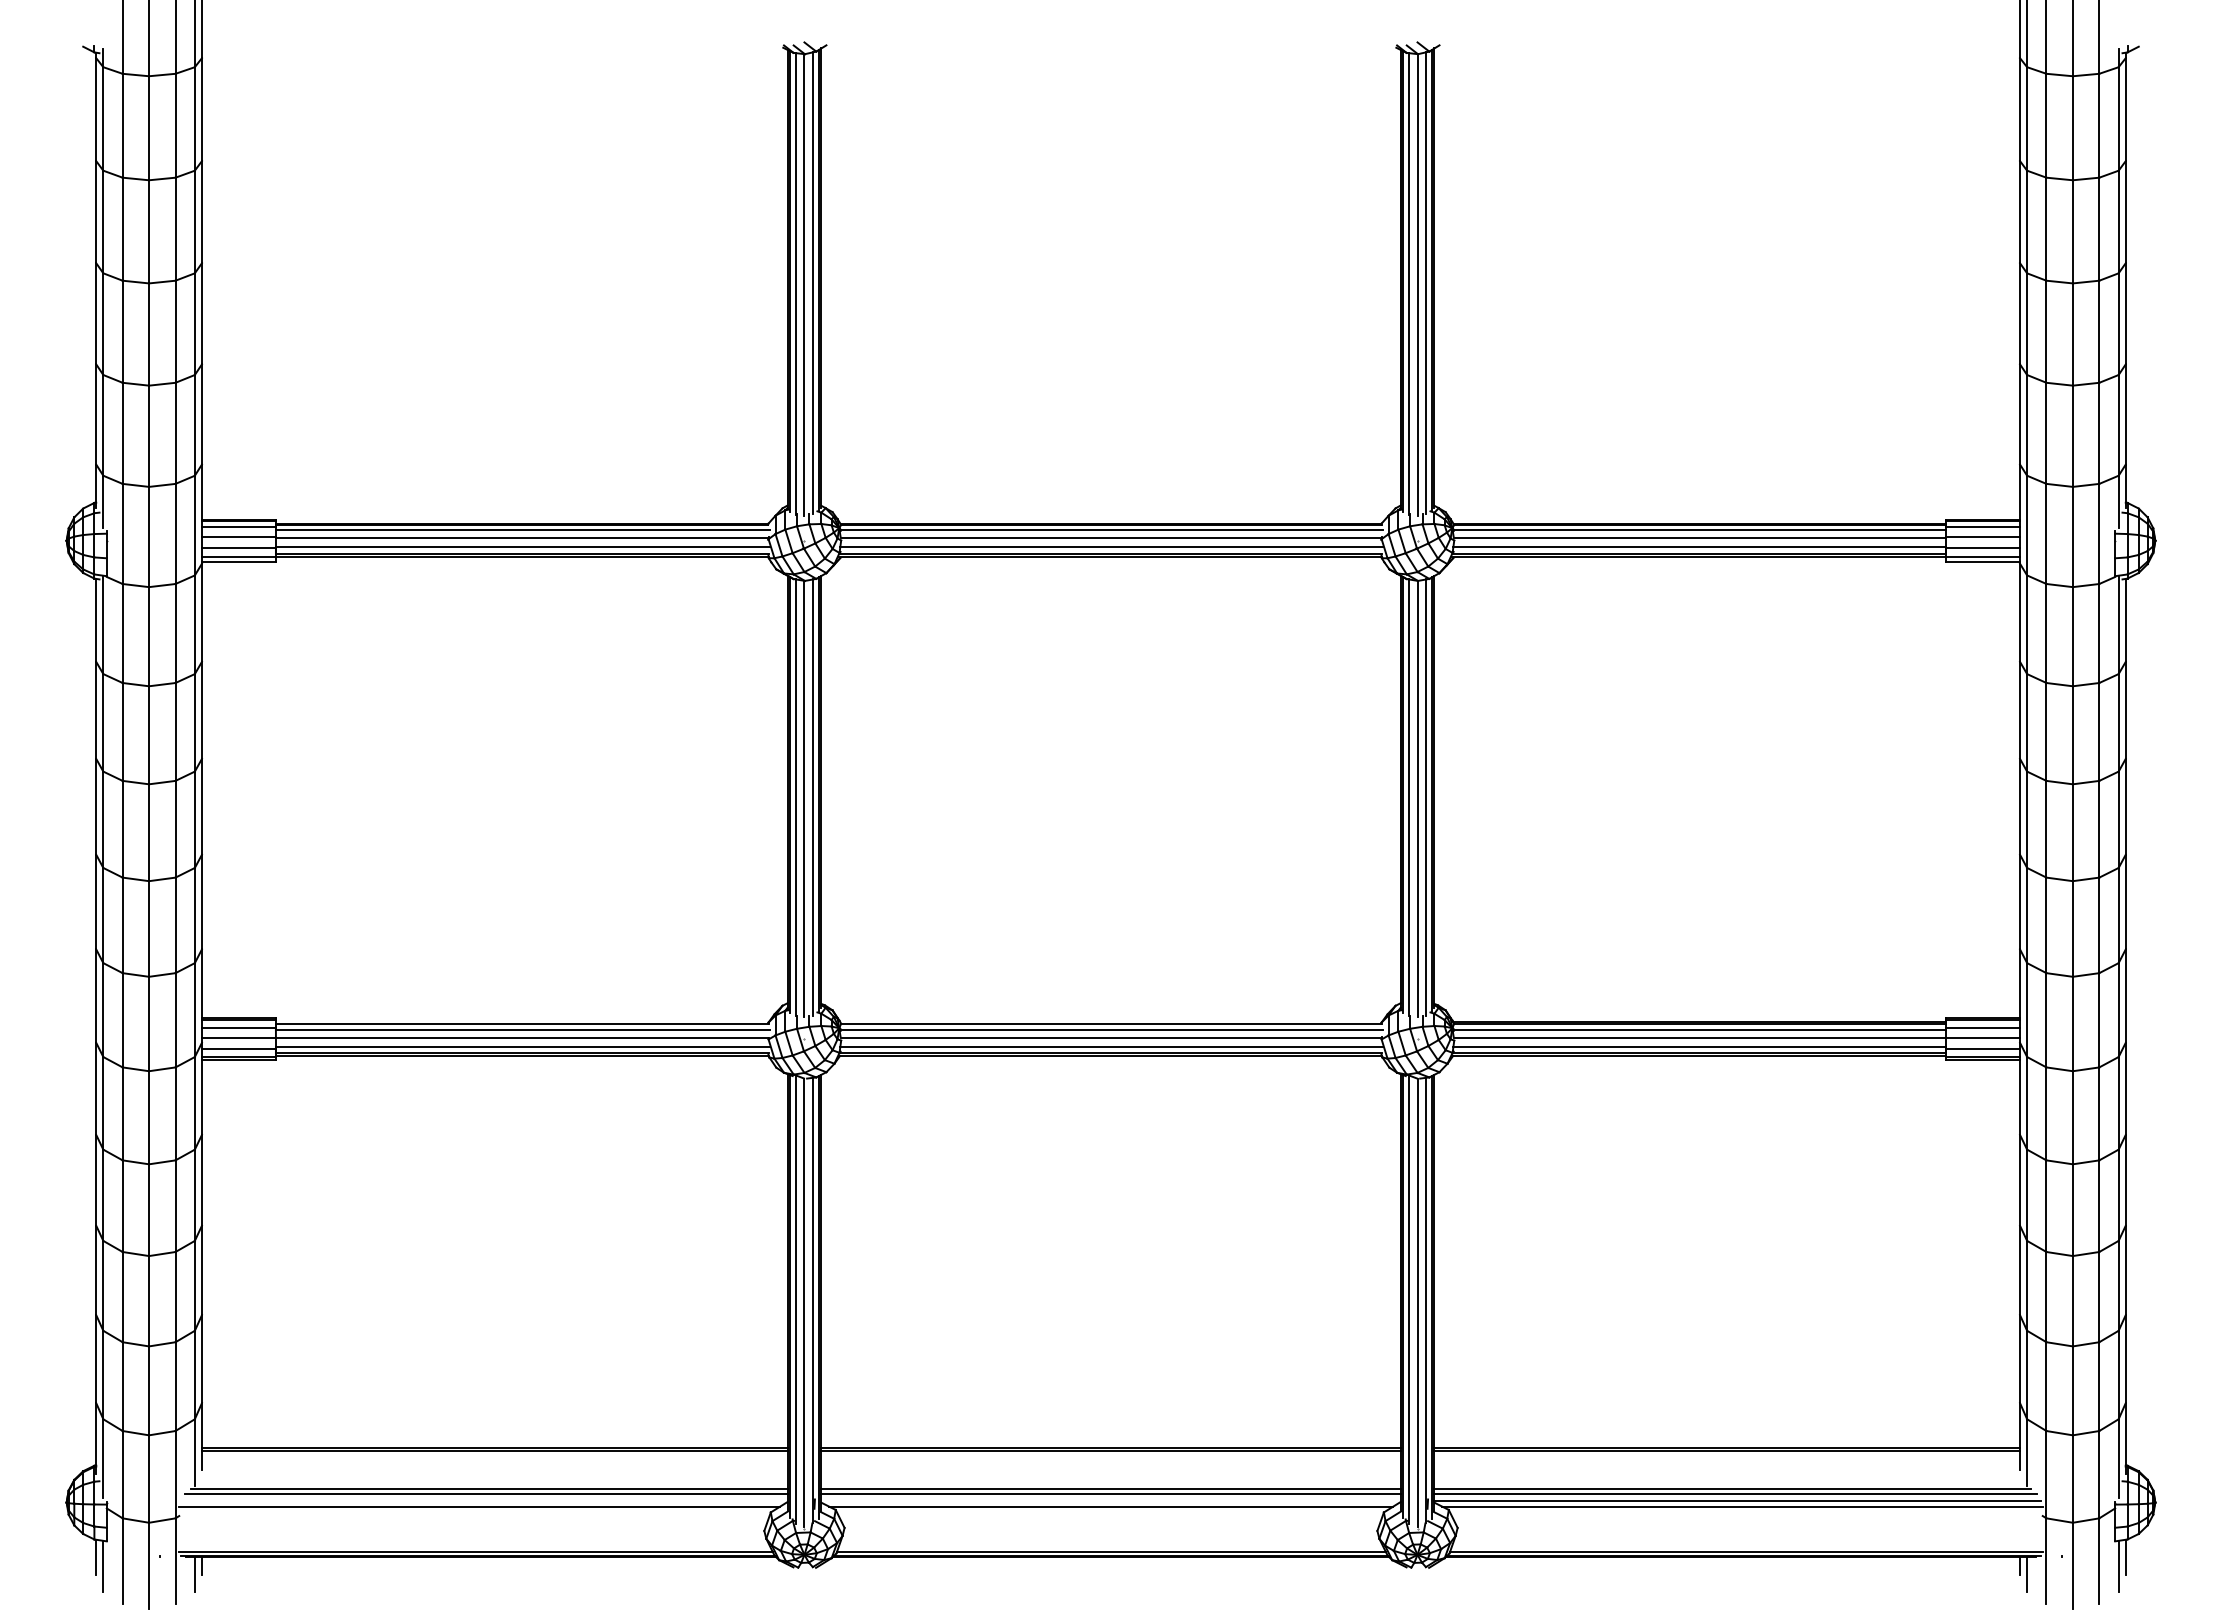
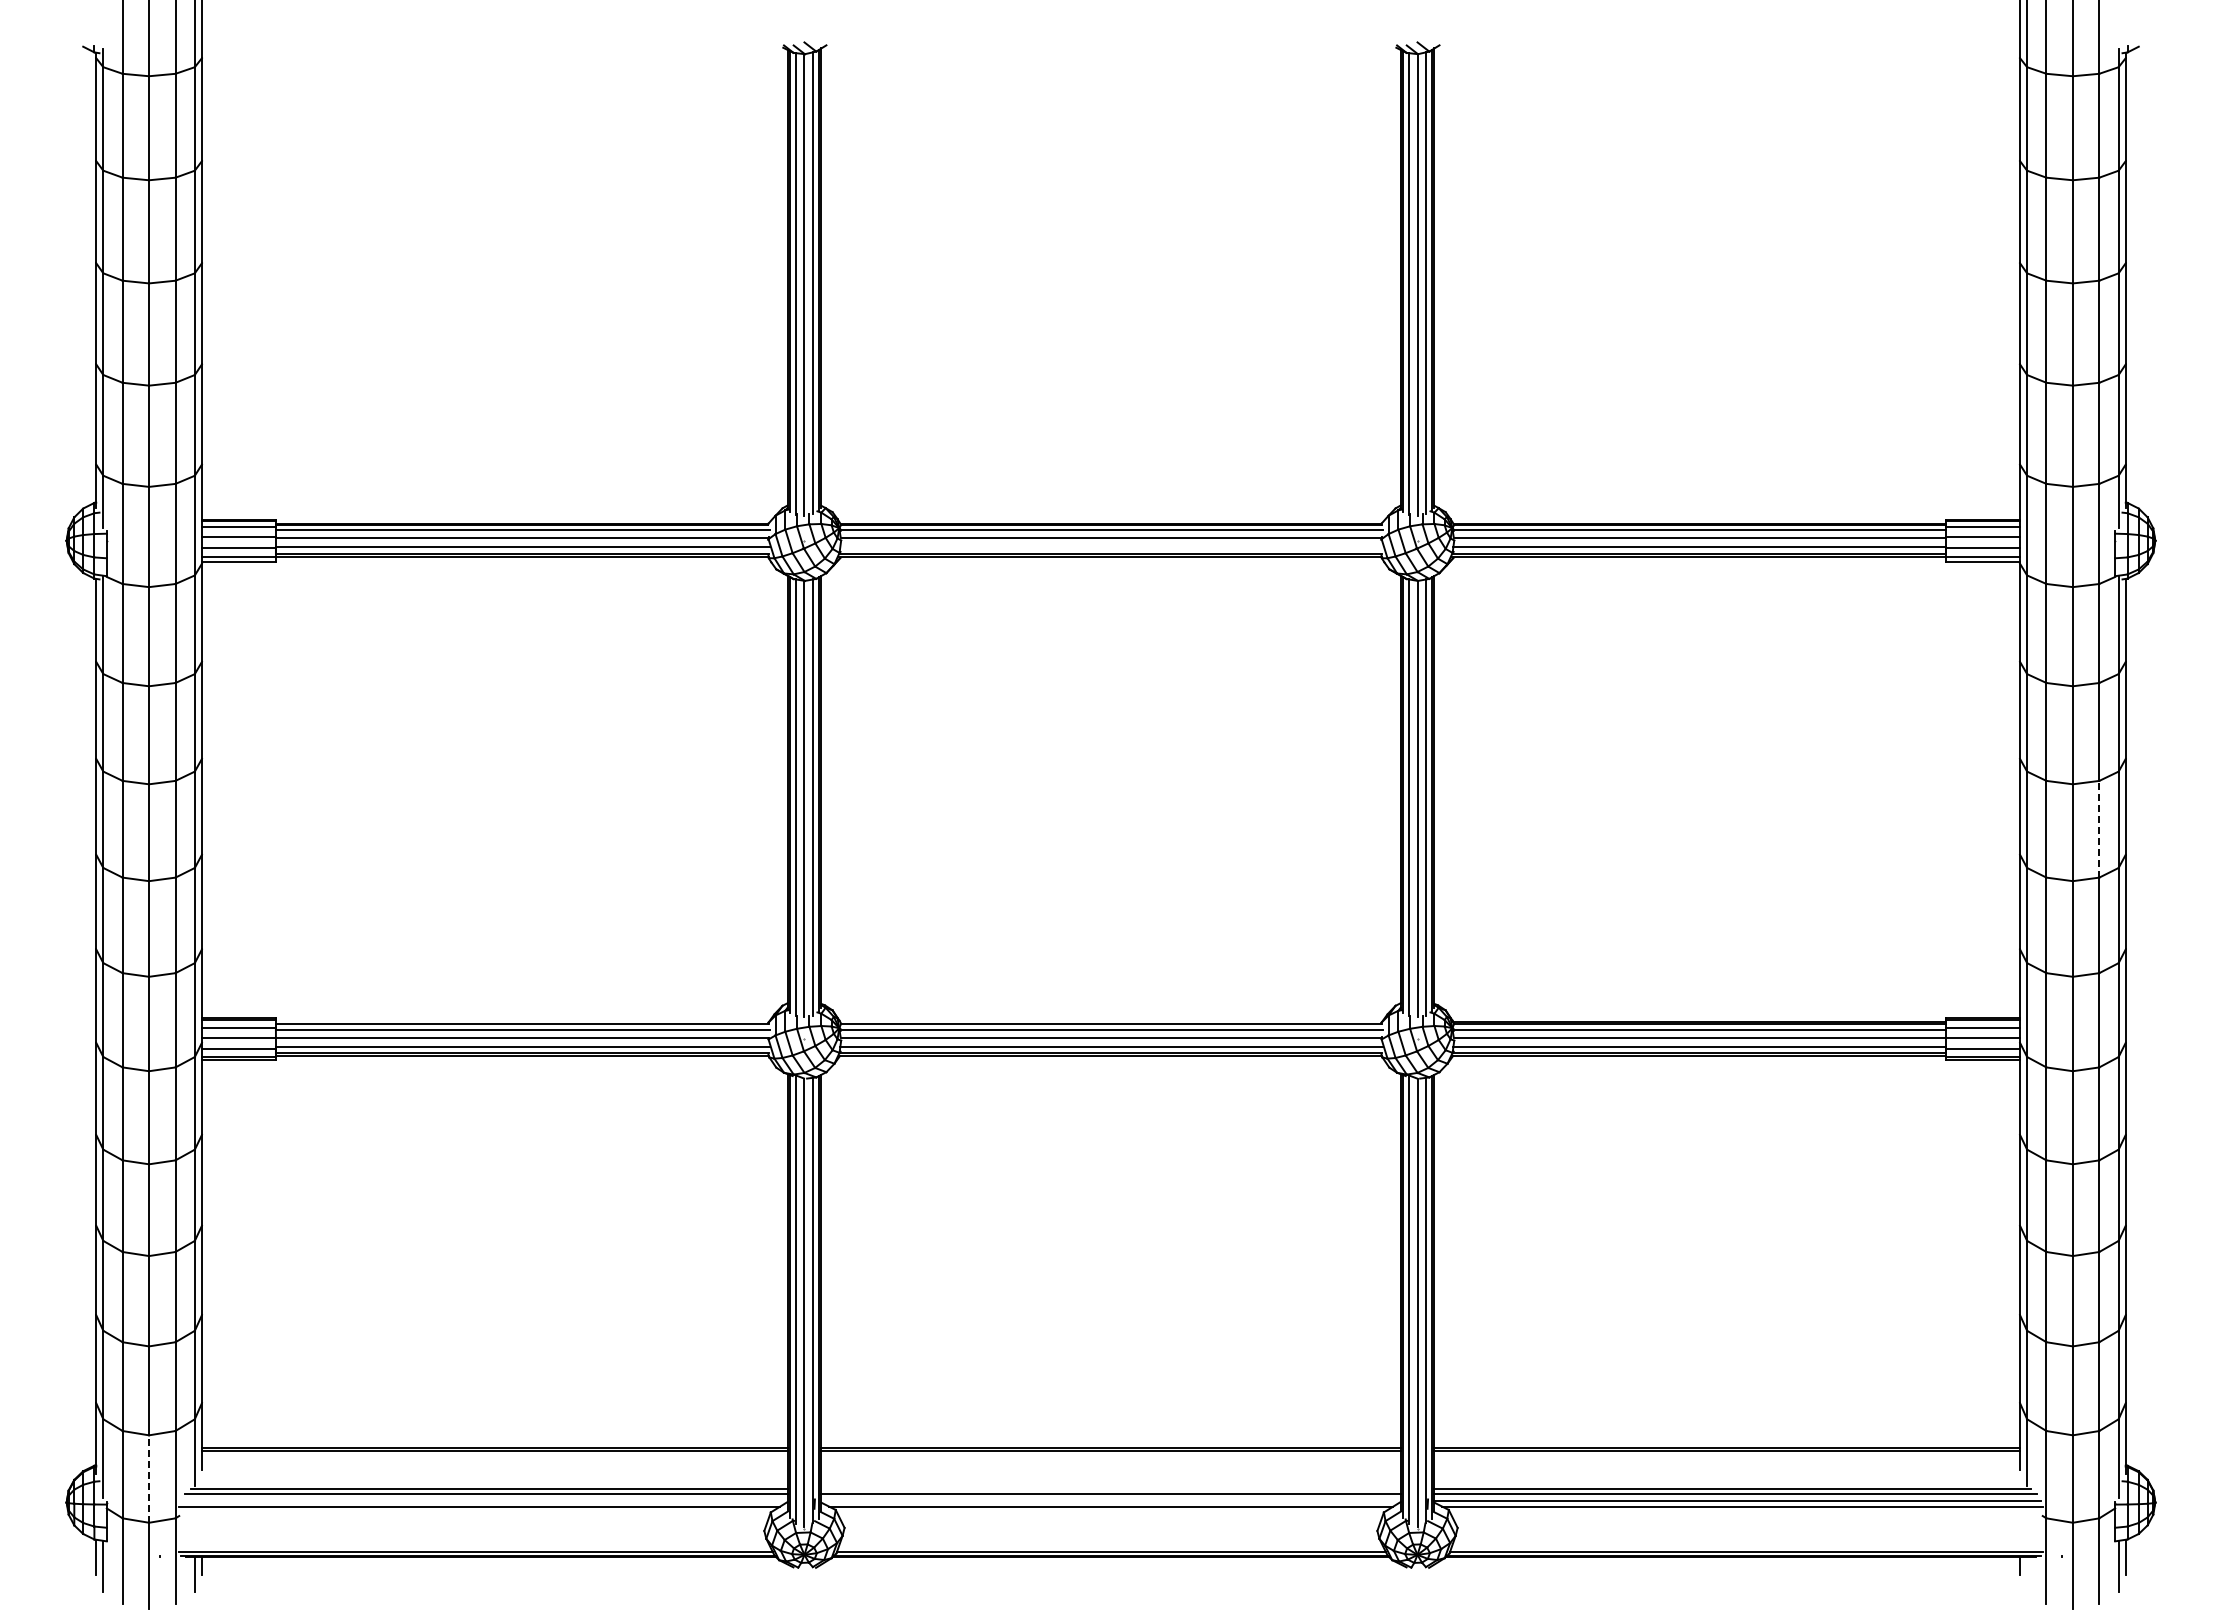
line at (1111, 546): present -> none
line at (2099, 828): solid -> dashed
line at (149, 1479): solid -> dashed
line at (1110, 1488): present -> none
line at (2027, 1573): present -> none
